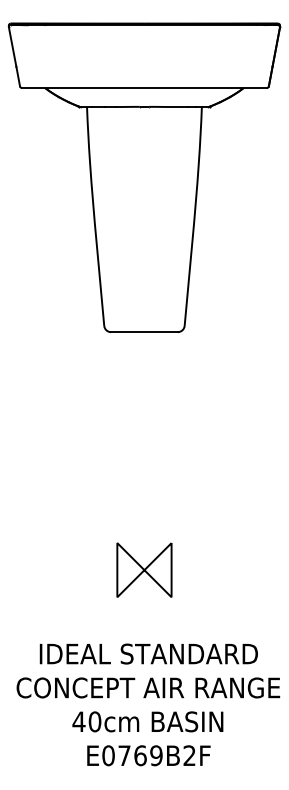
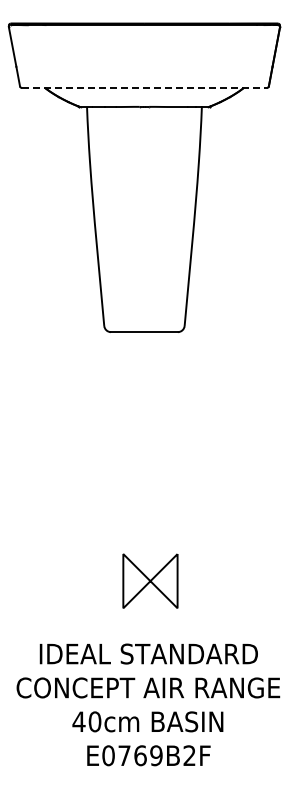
line at (144, 88): solid -> dashed
part at (144, 569) position: (144, 569) -> (150, 580)
